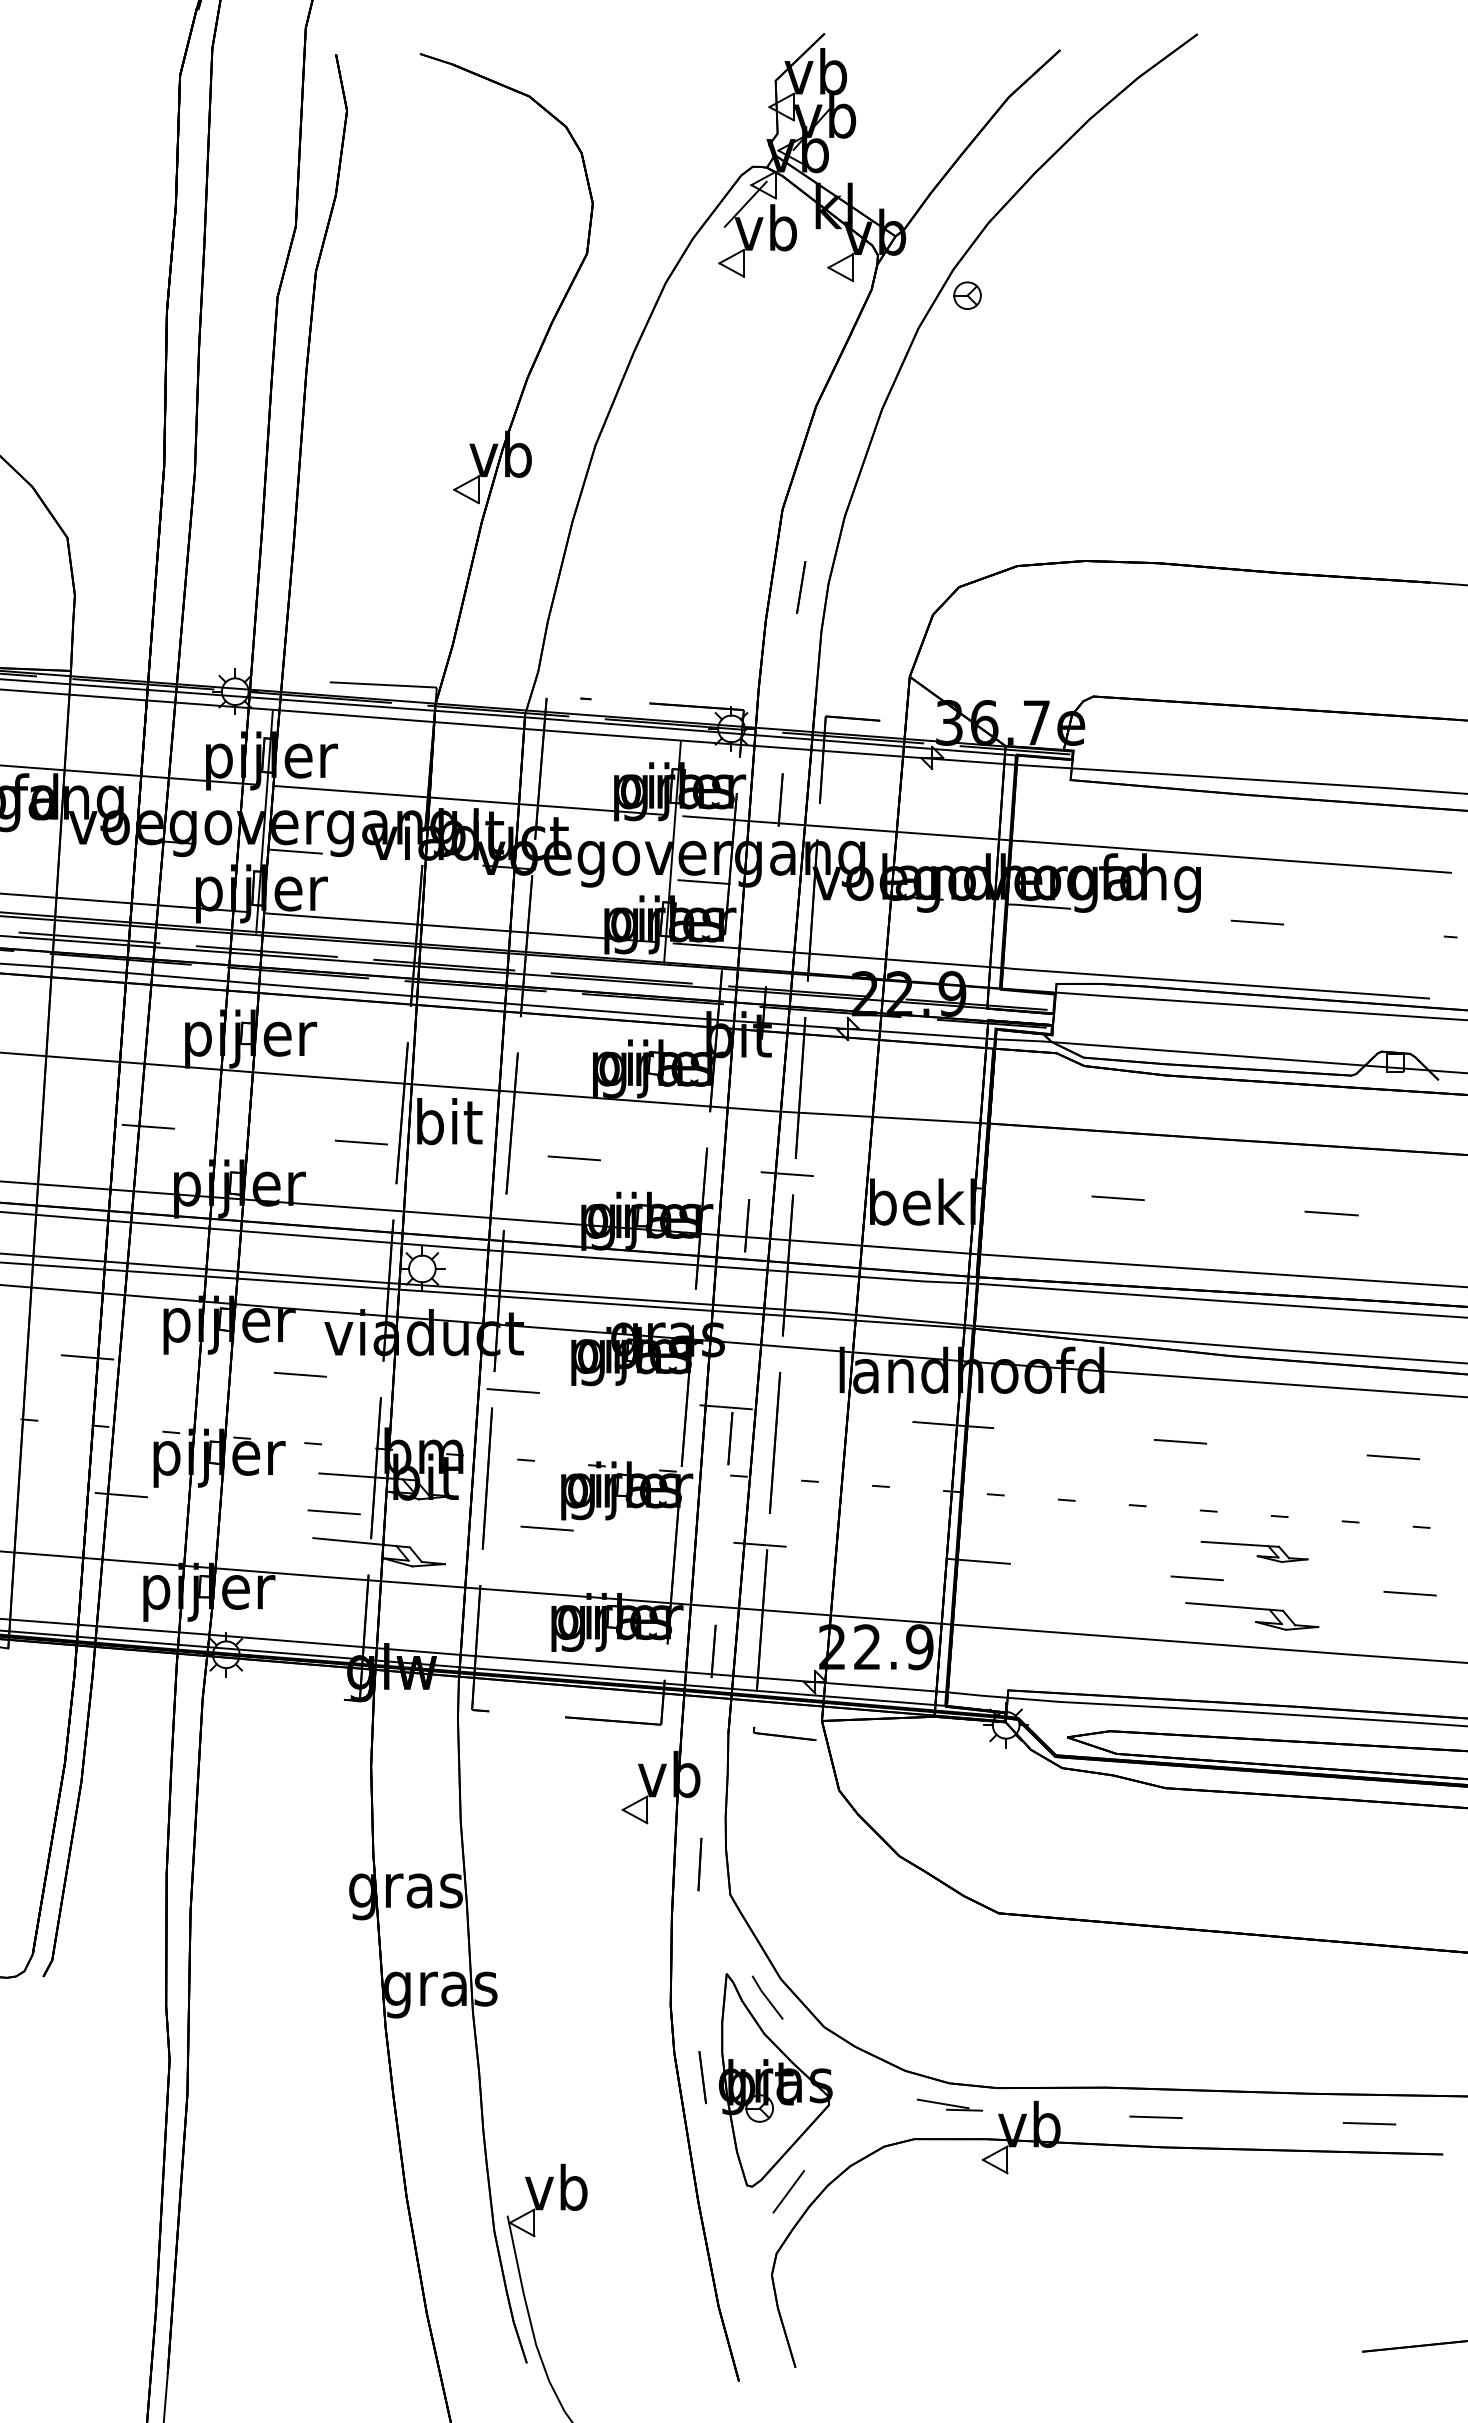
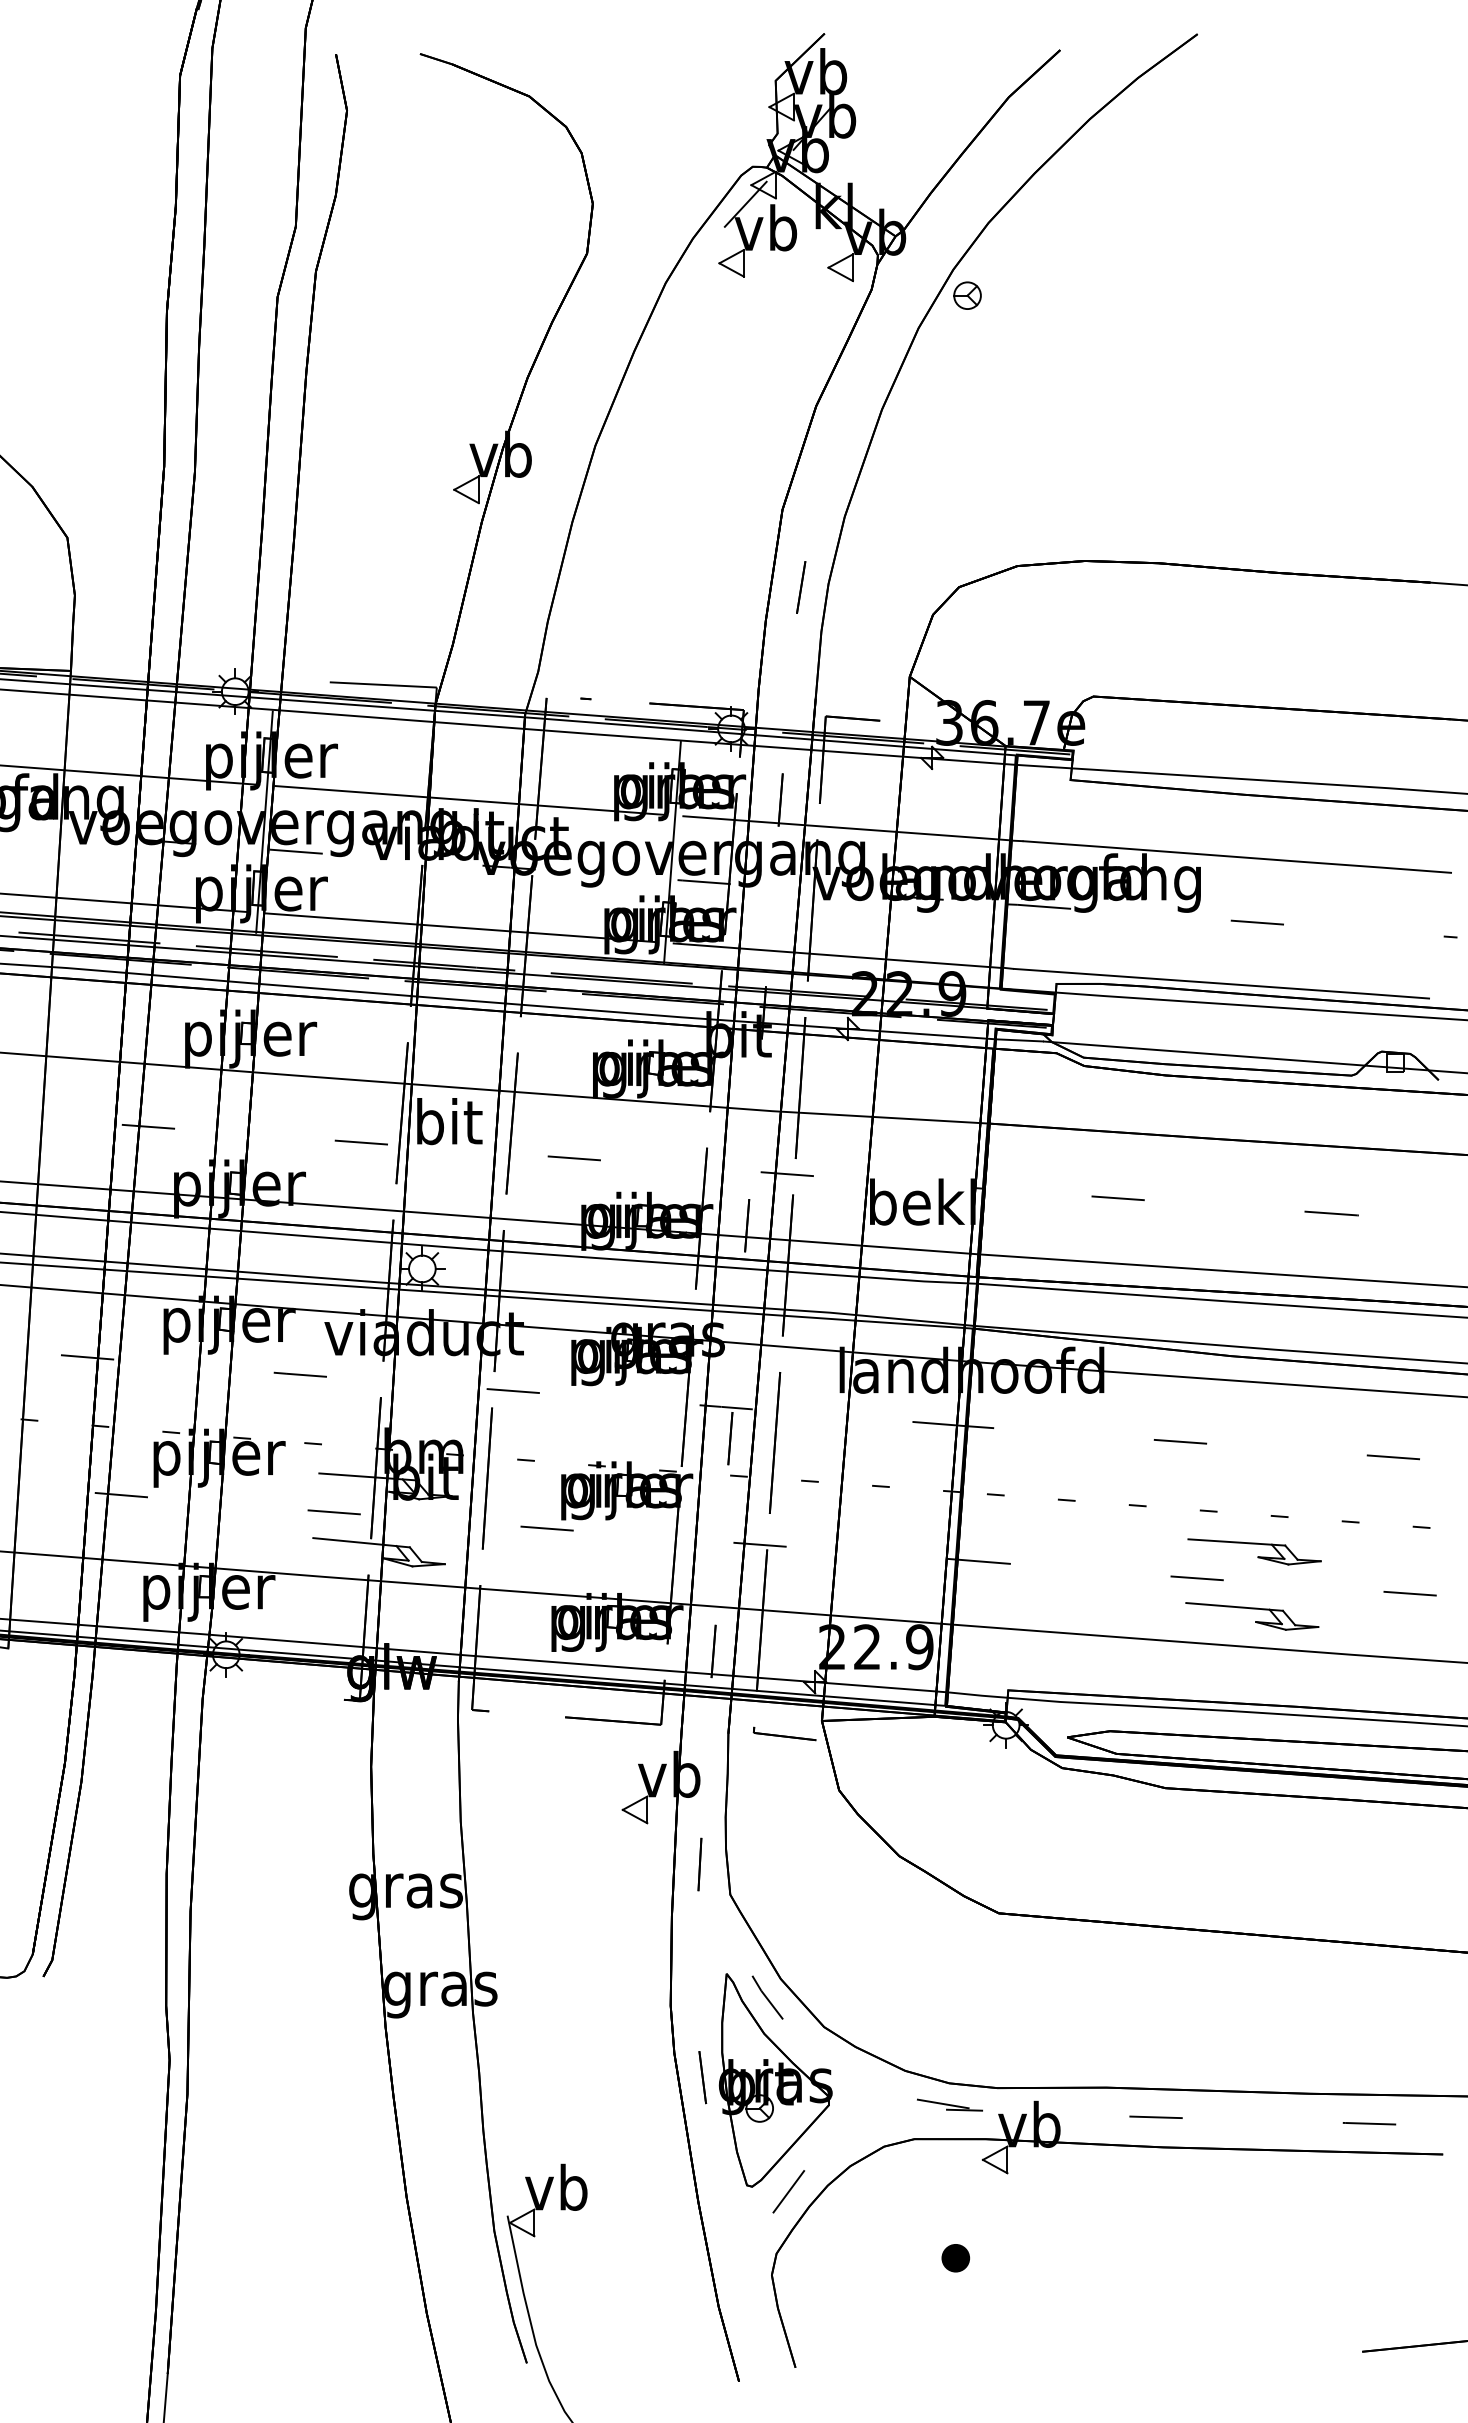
part at (1254, 1551) size: 109x22 px -> 135x28 px
part at (955, 2258): none -> present
